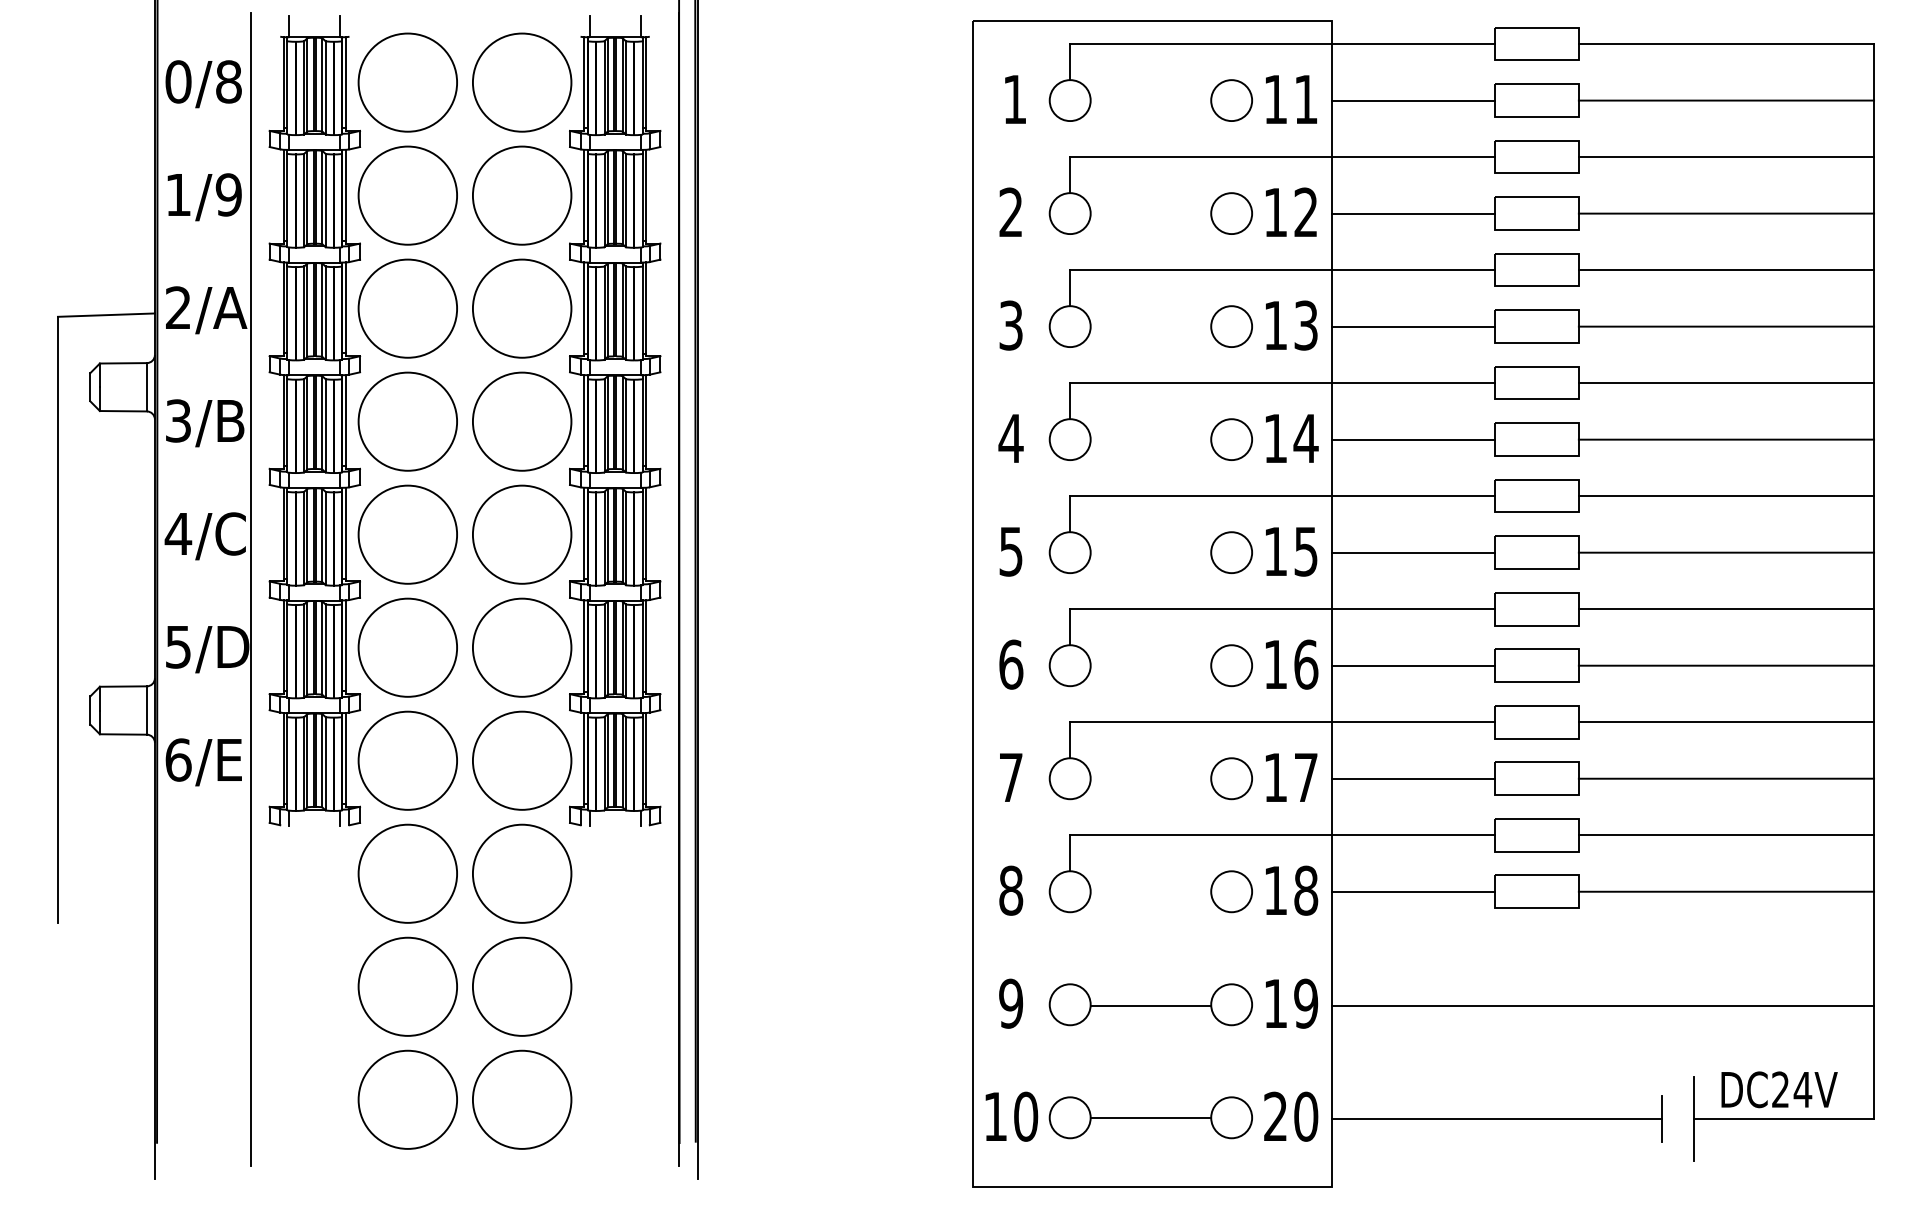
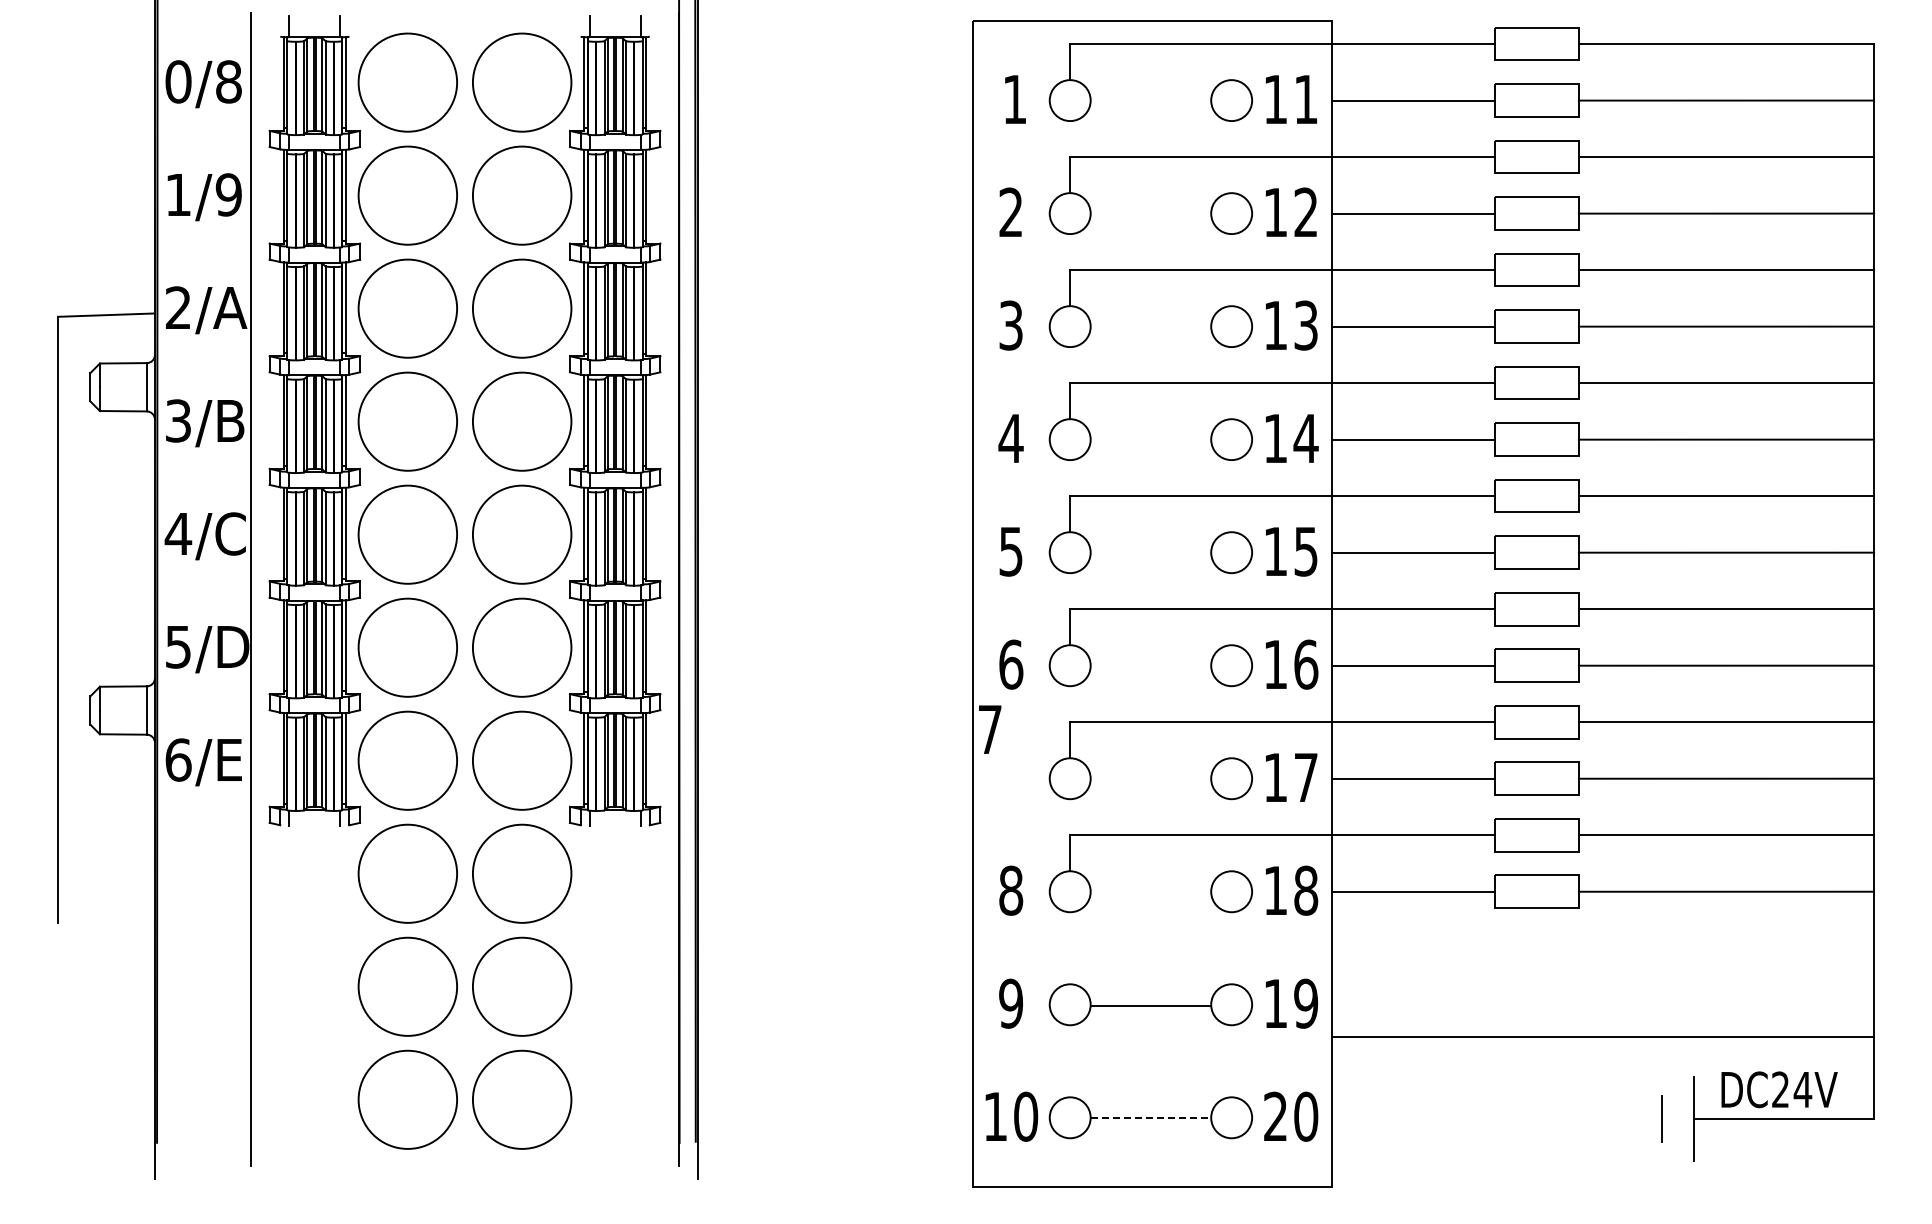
text at (1011, 777) position: (1011, 777) -> (990, 729)
line at (1602, 1006) position: (1602, 1006) -> (1602, 1037)
line at (1151, 1117): solid -> dashed
line at (1496, 1119): present -> none
